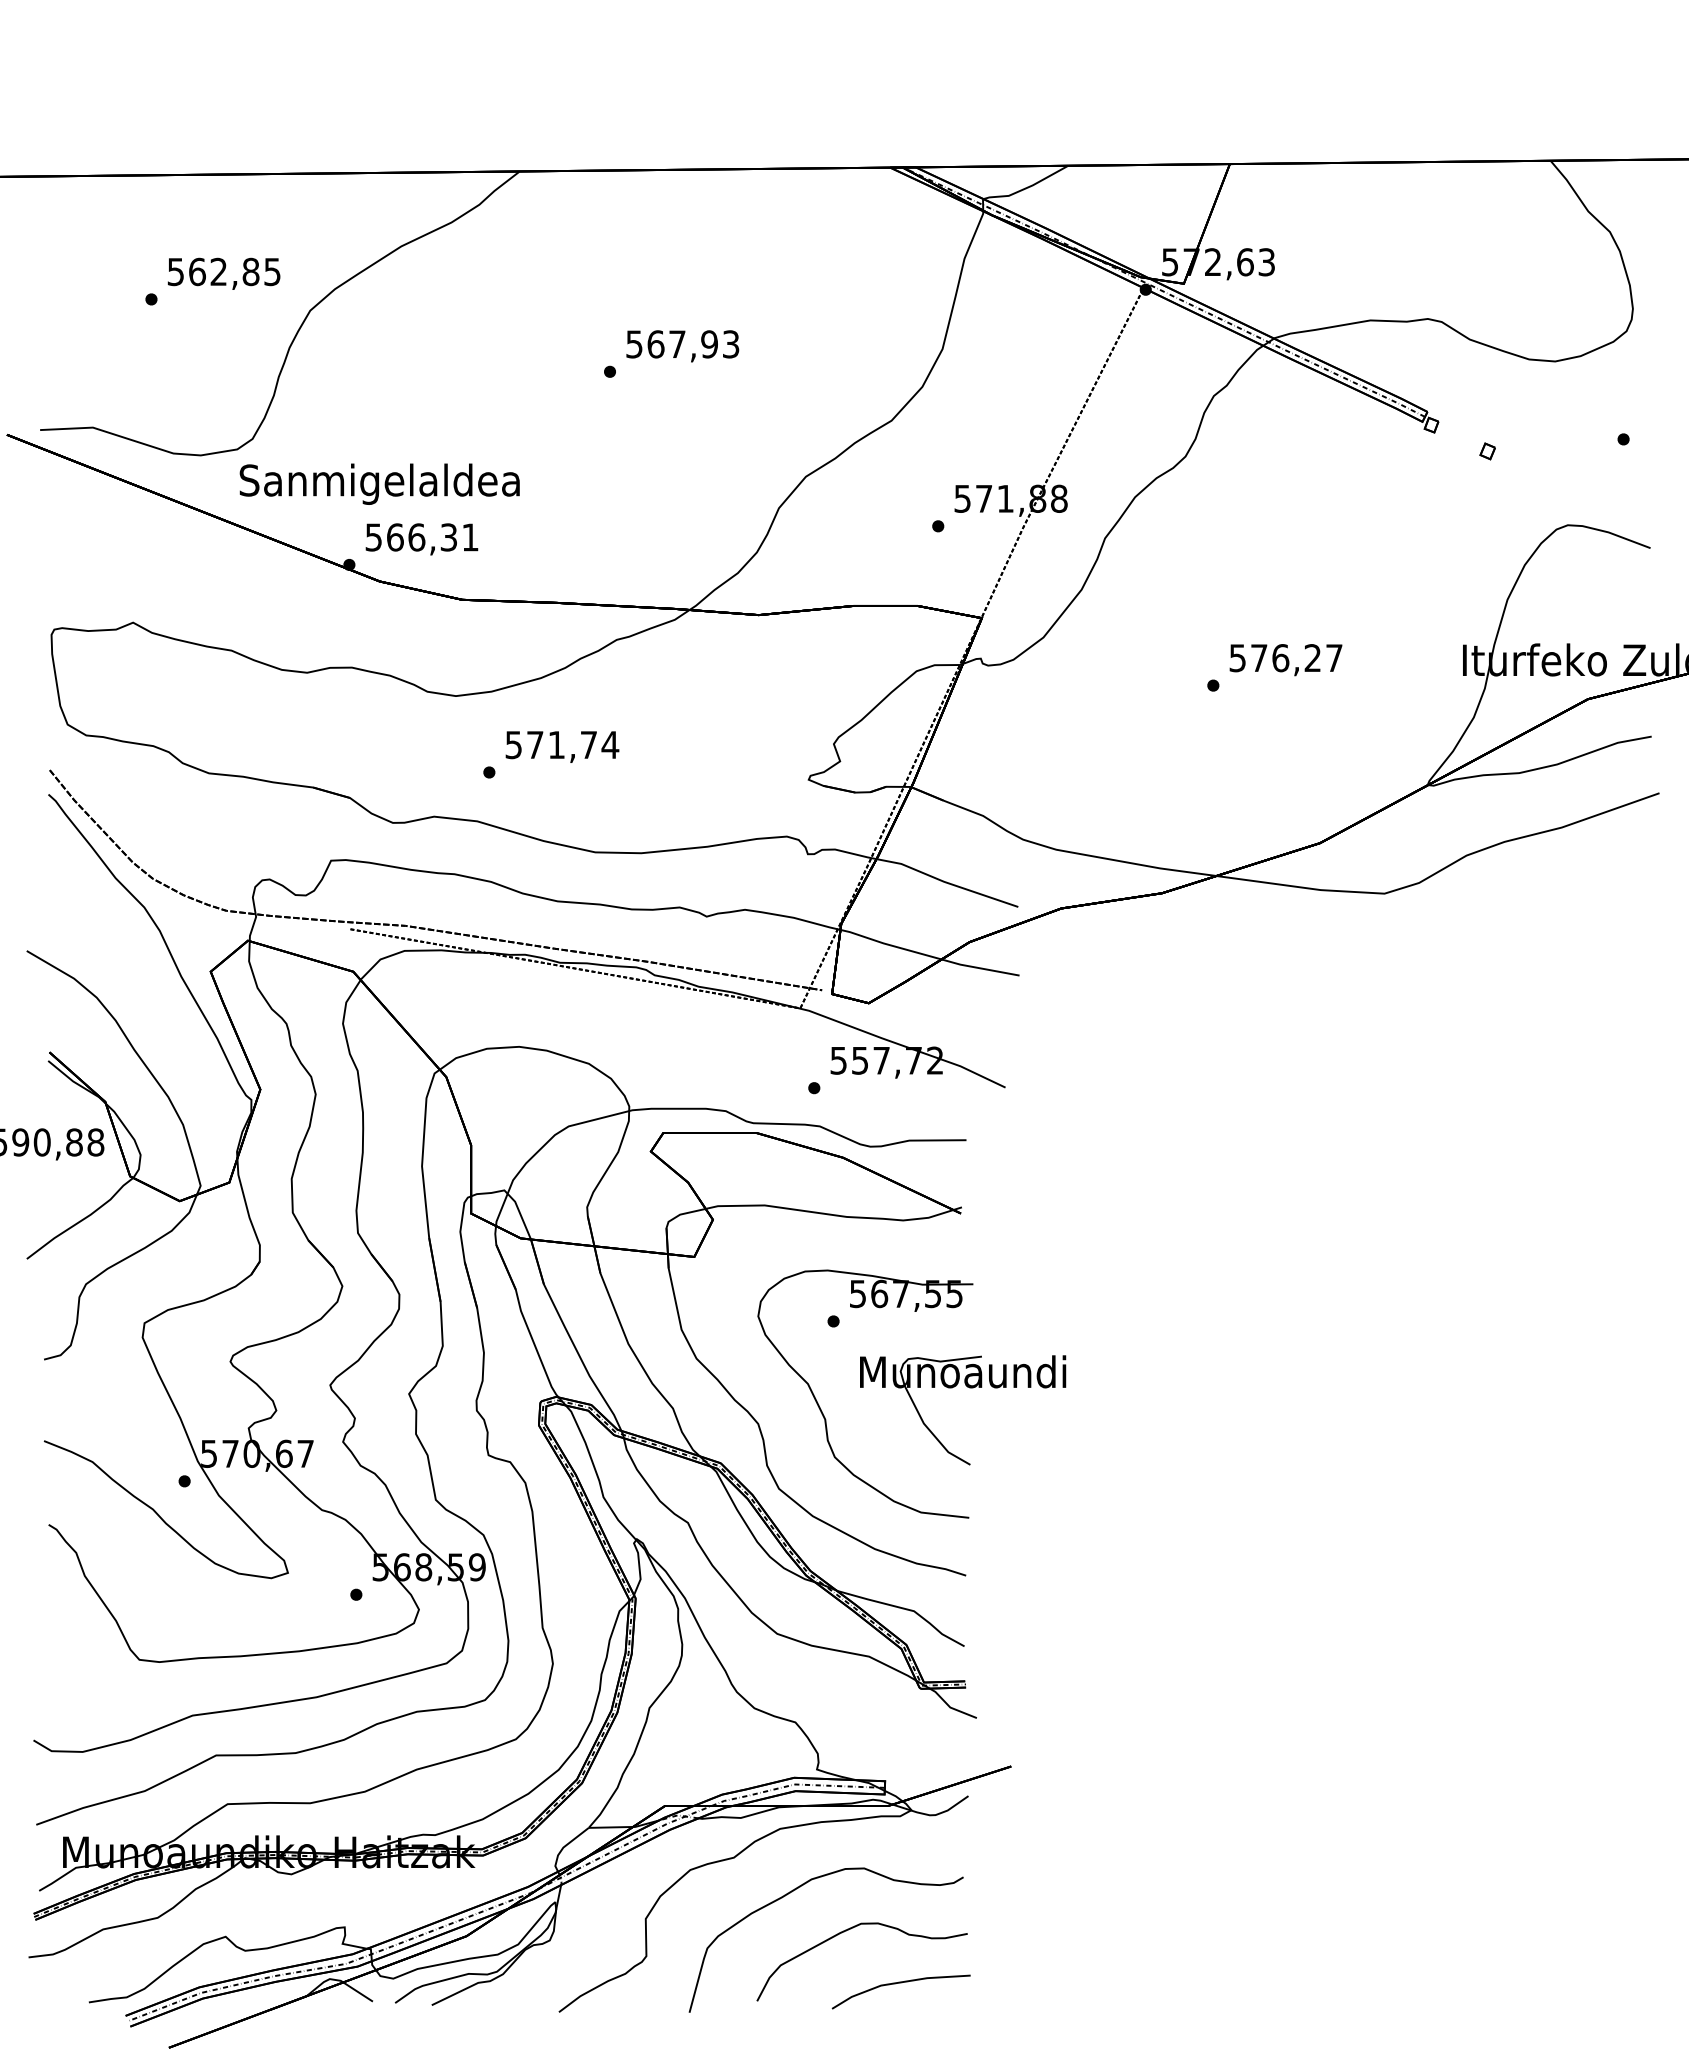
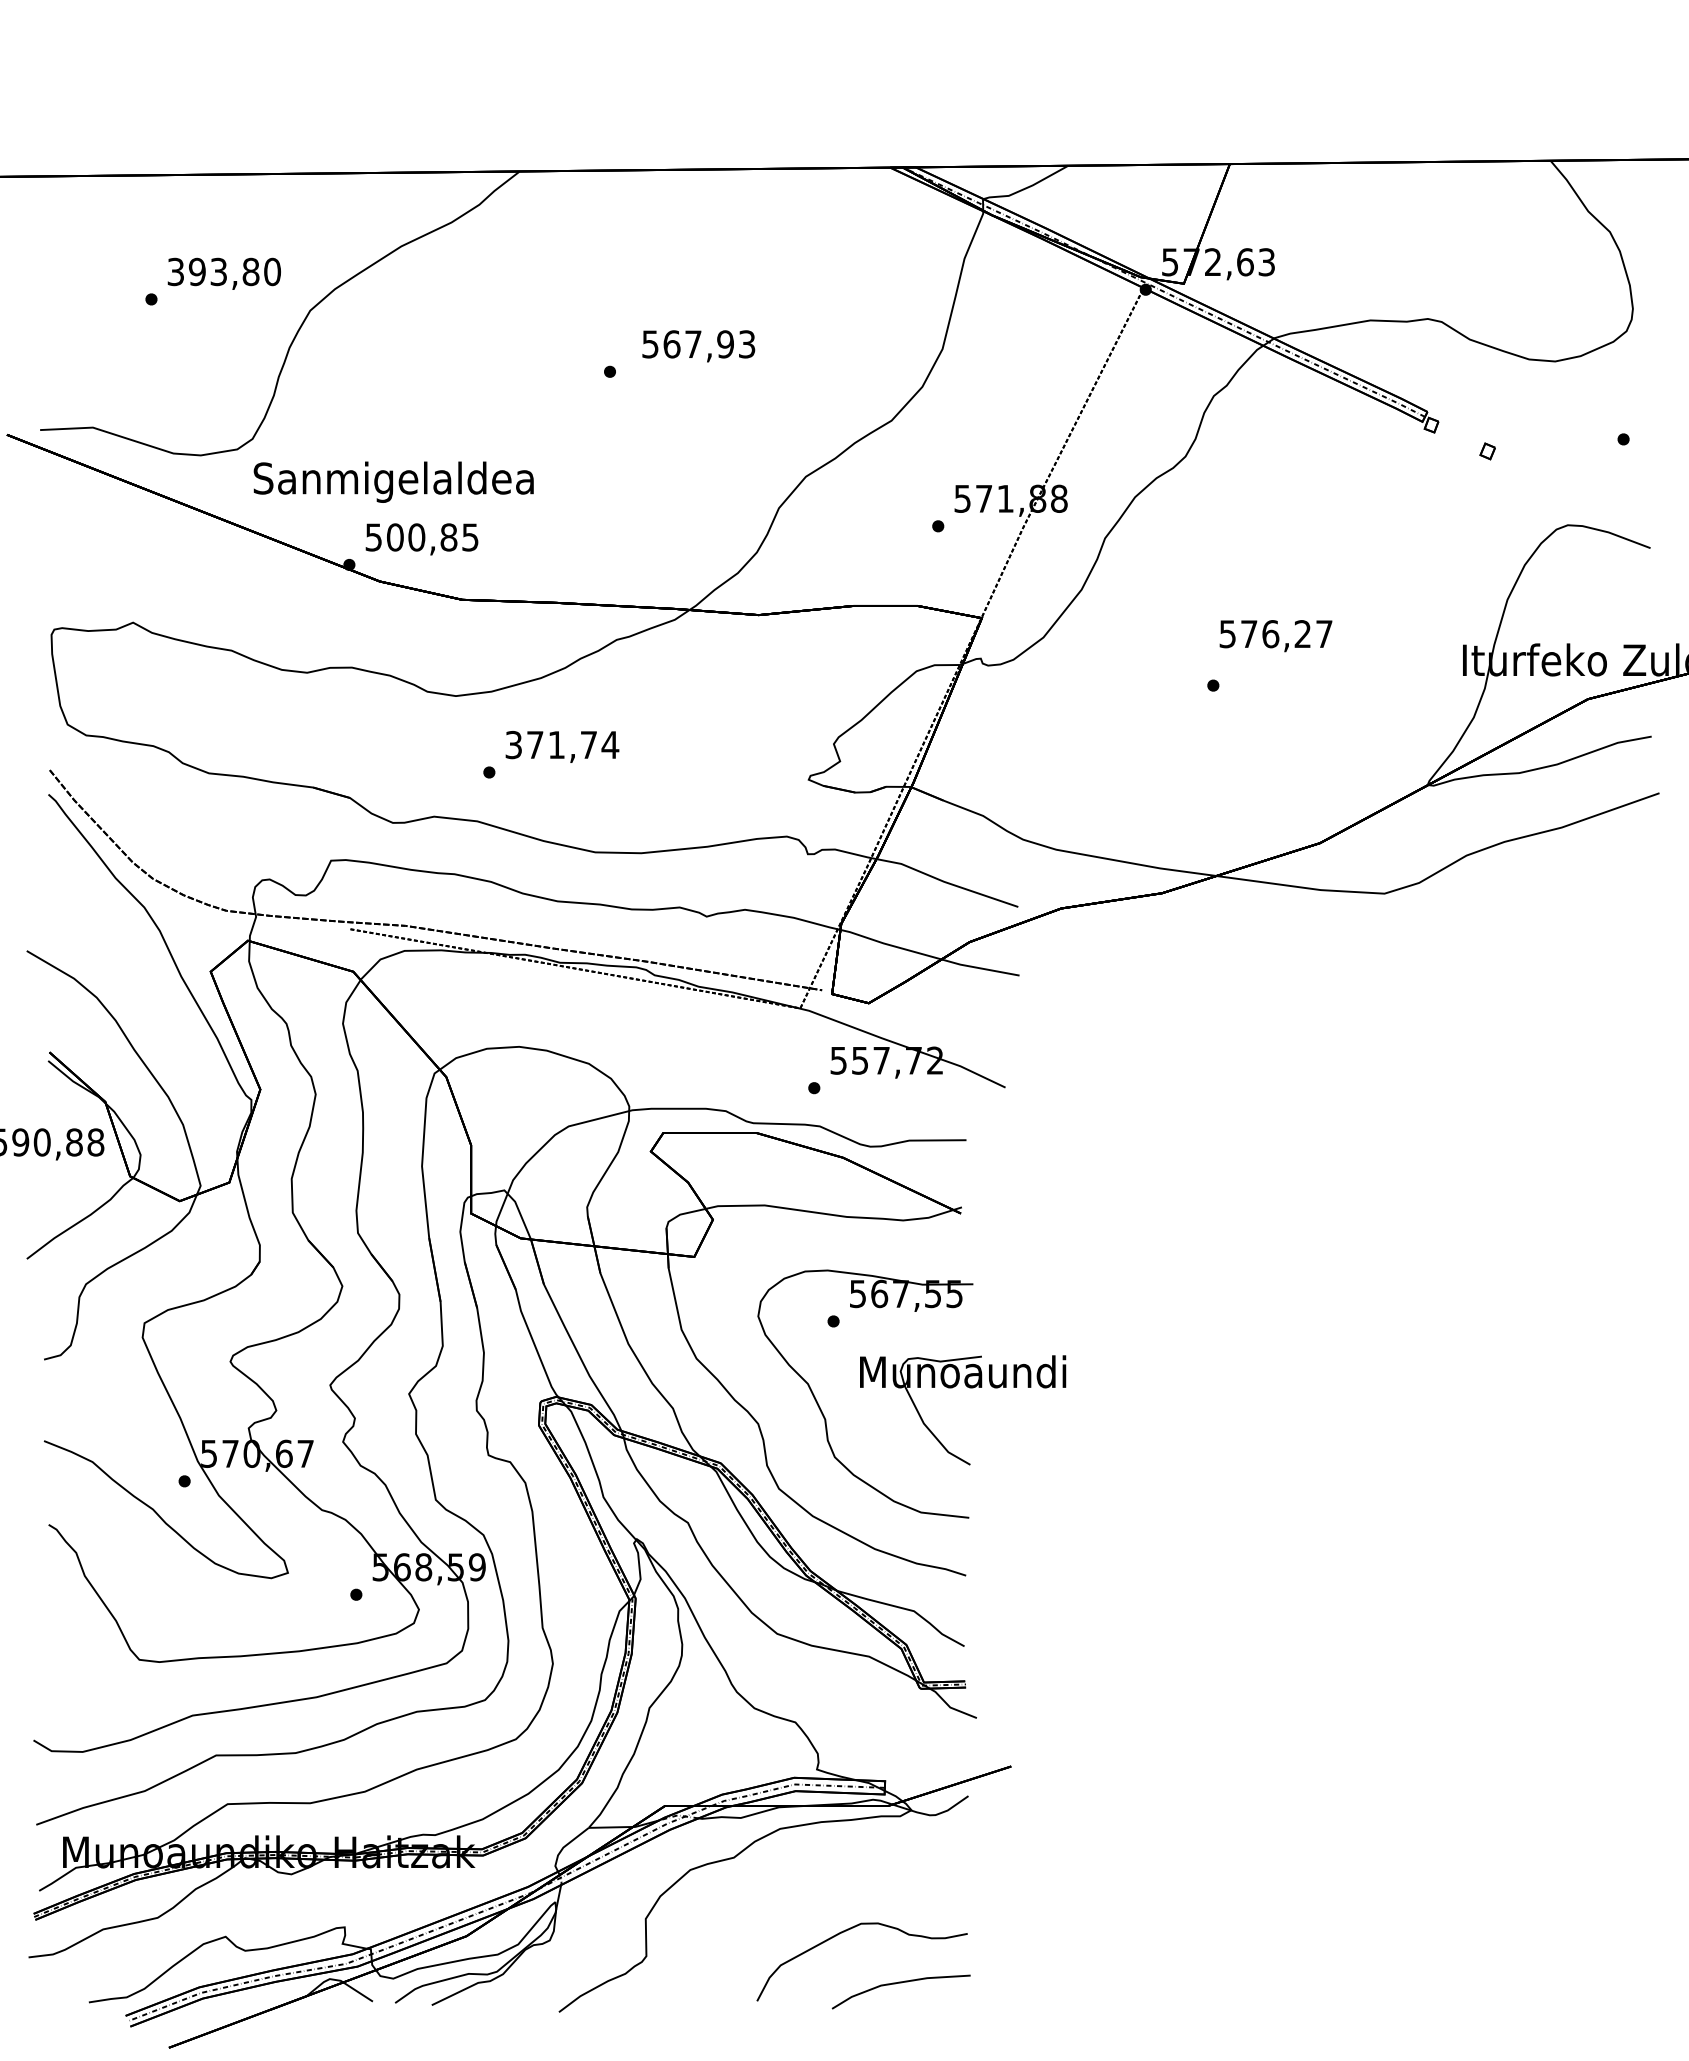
text at (224, 271): 562,85 -> 393,80
text at (682, 346) position: (682, 346) -> (698, 346)
text at (379, 483) position: (379, 483) -> (393, 481)
text at (432, 537): 566,31 -> 500,85
text at (1285, 660) position: (1285, 660) -> (1275, 636)
text at (513, 744): 571,74 -> 371,74
curve at (792, 1892): present -> none
